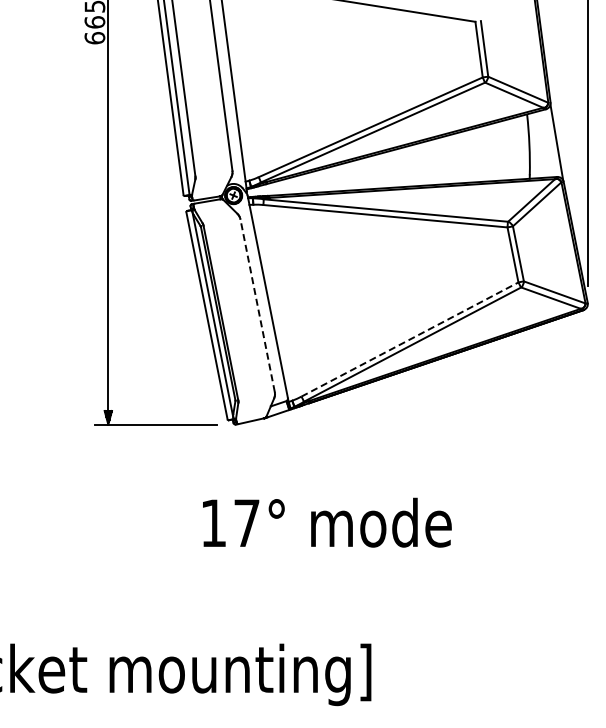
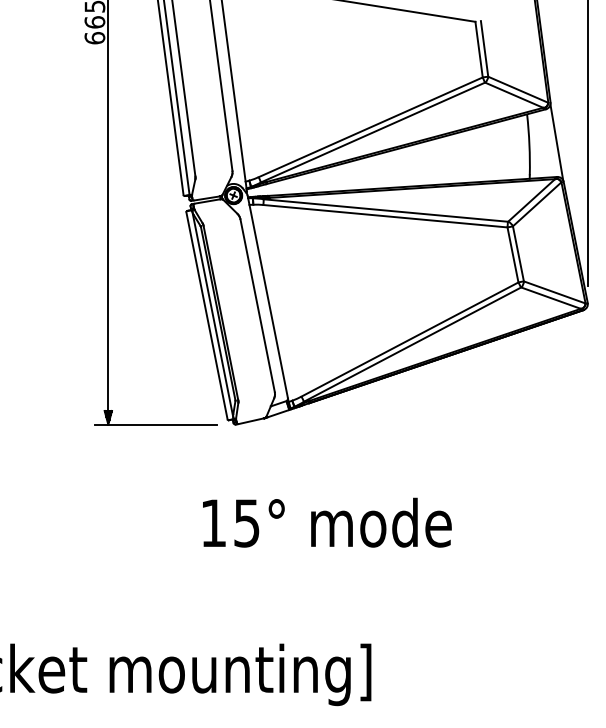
line at (257, 305): dashed -> solid
line at (409, 339): dashed -> solid
text at (246, 523): 17° -> 15°
